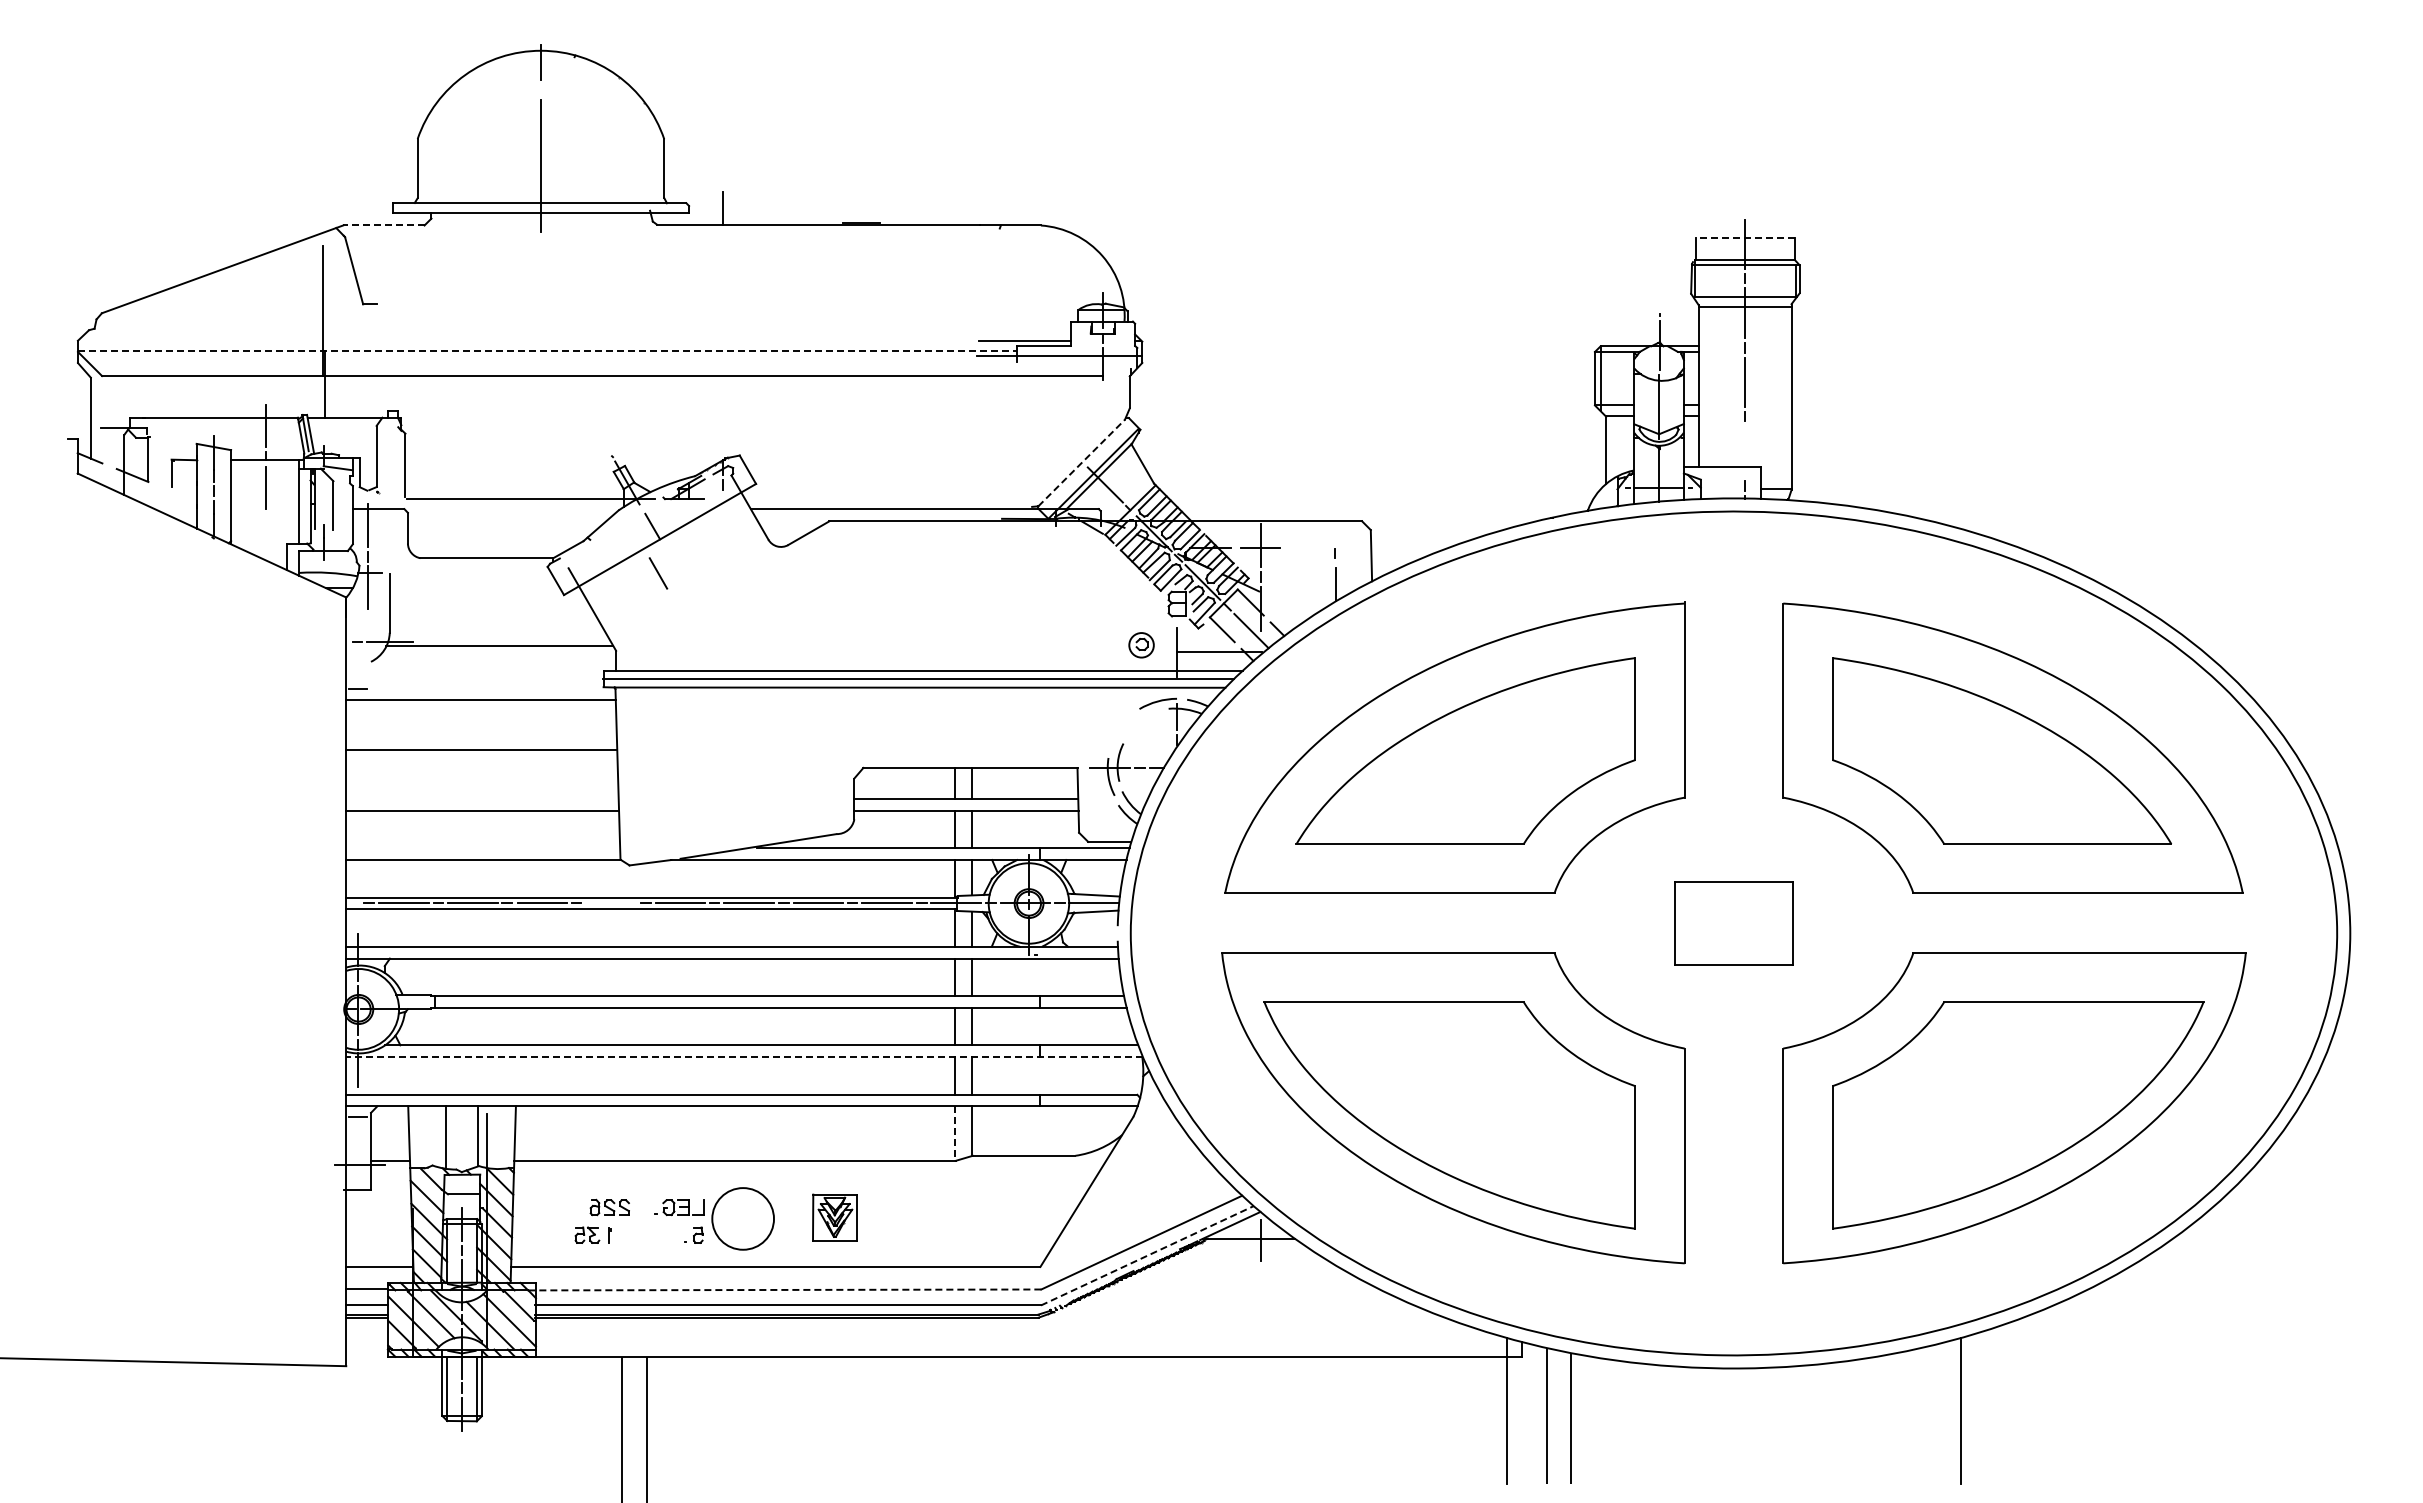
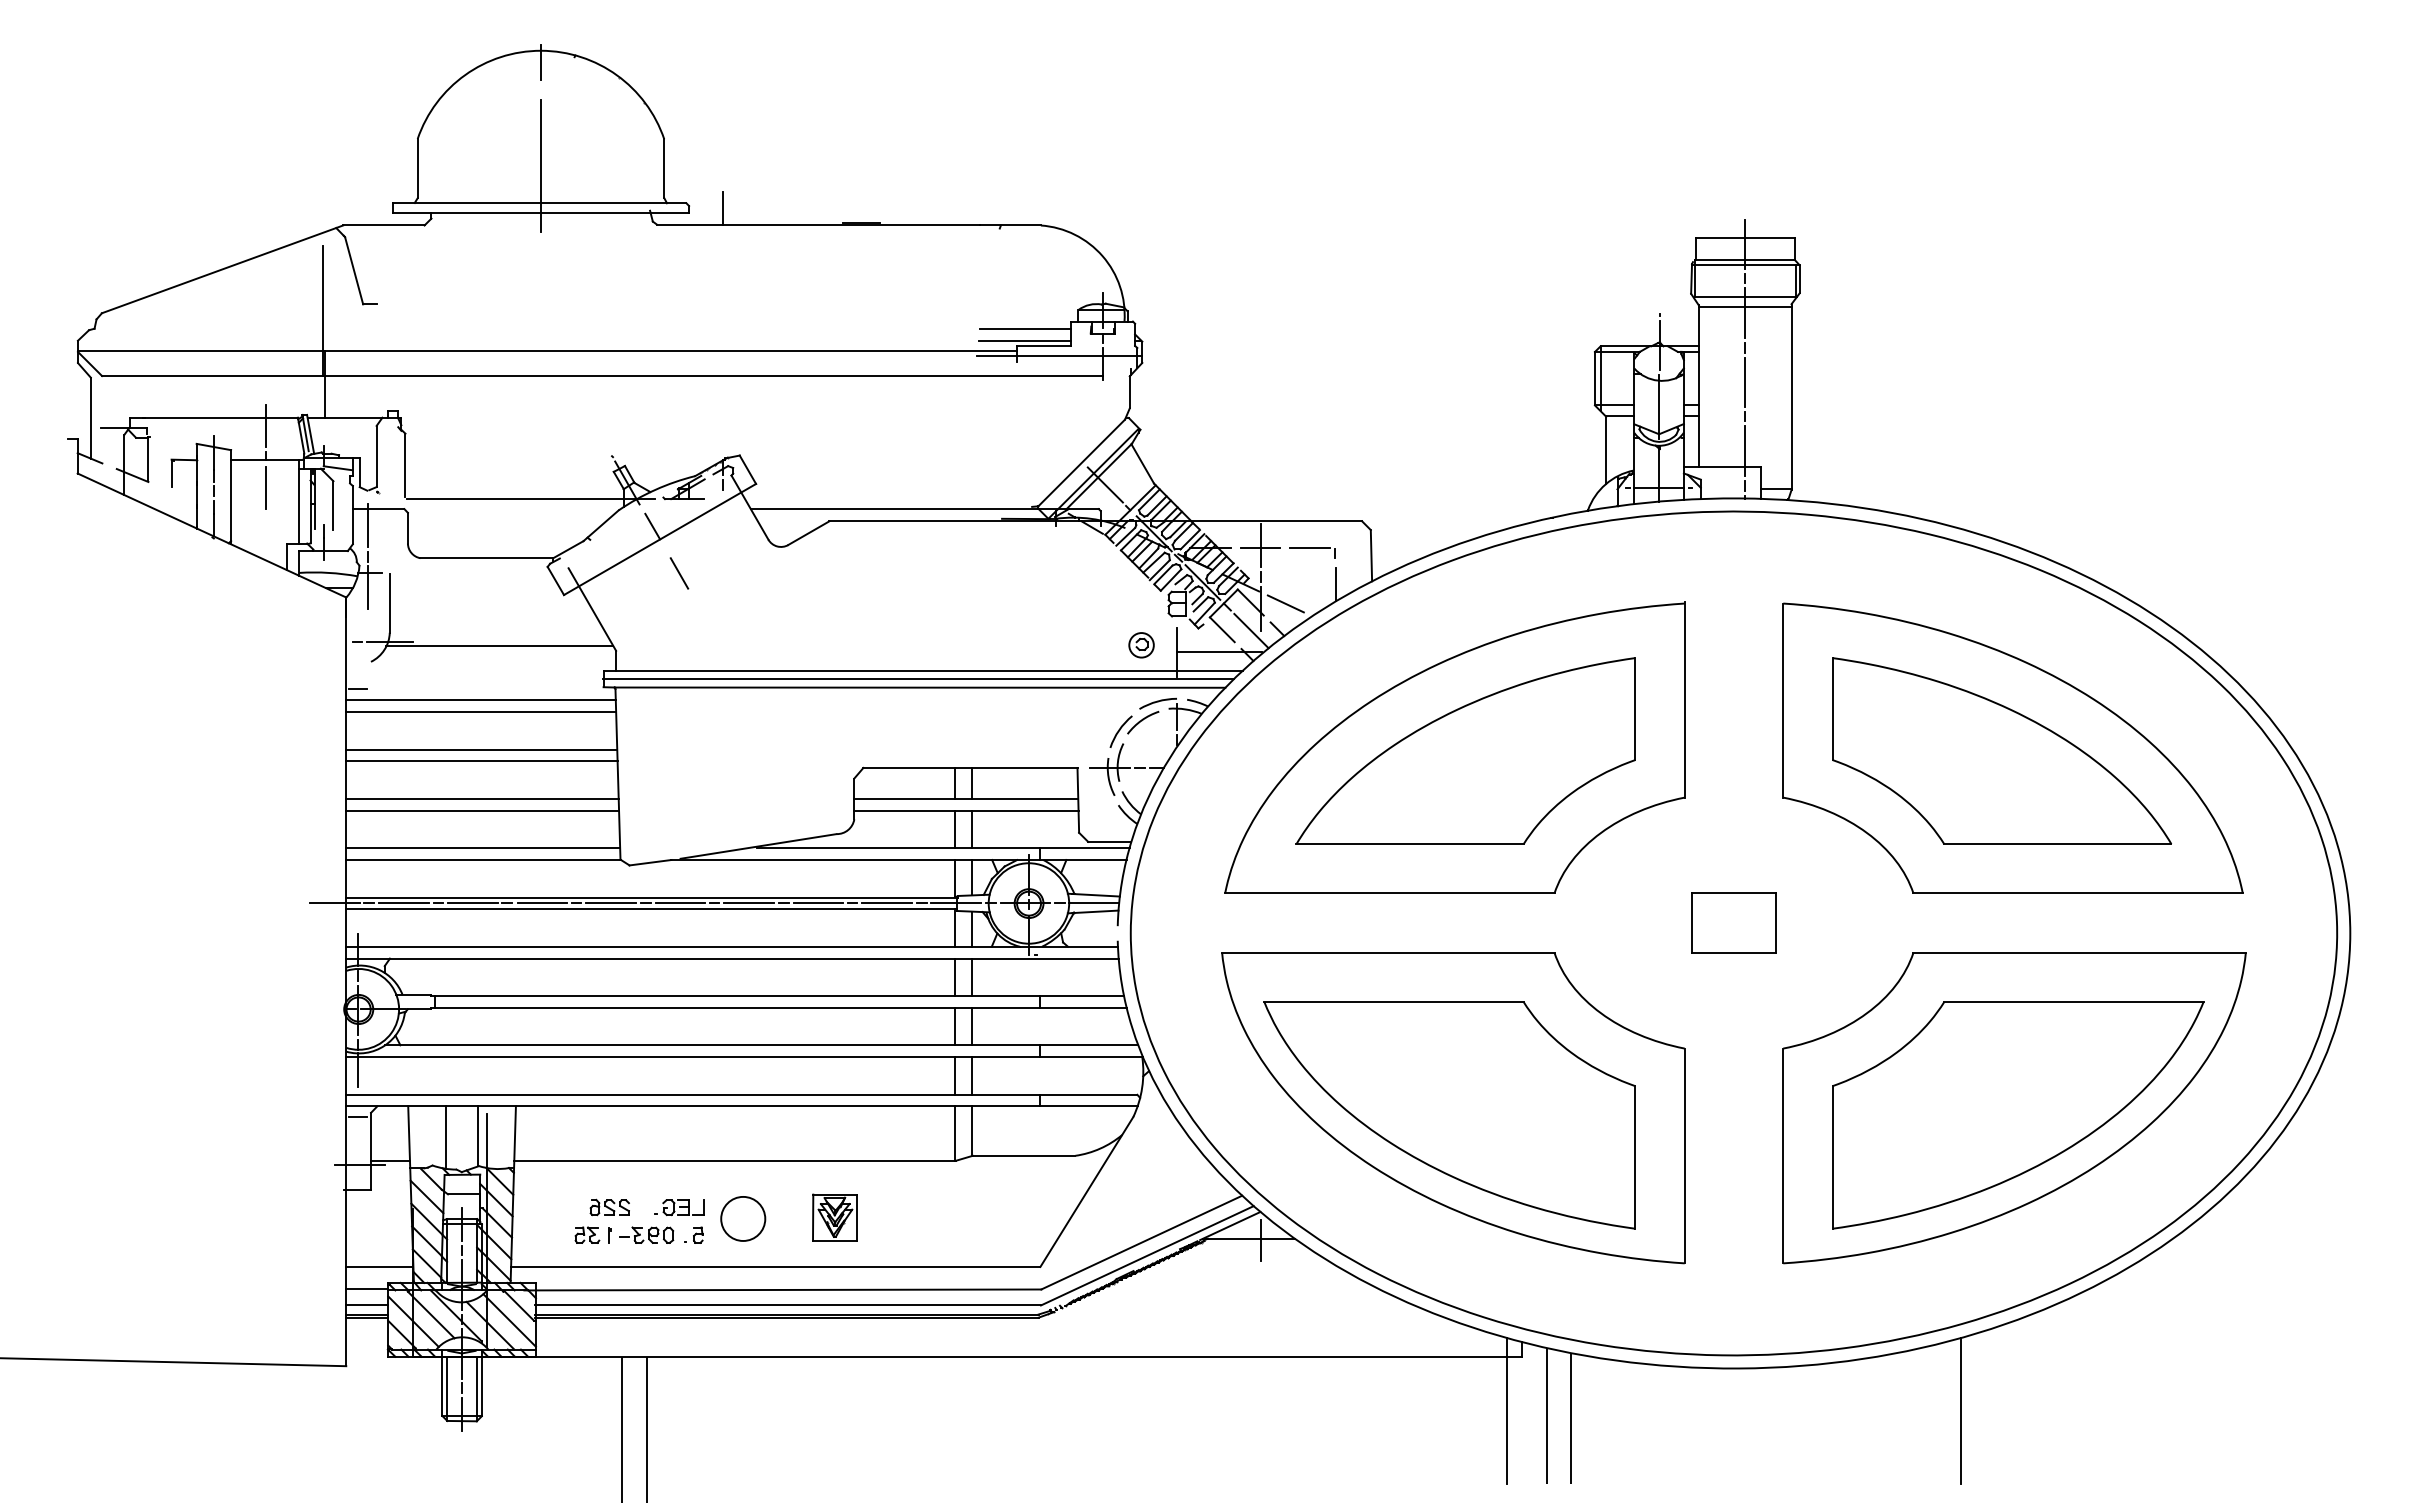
line at (383, 225): dashed -> solid
line at (1744, 238): dashed -> solid
line at (1024, 329): none -> present
line at (547, 351): dashed -> solid
line at (1745, 450): none -> present
line at (1082, 462): dashed -> solid
line at (1309, 548): none -> present
line at (658, 573) position: (658, 573) -> (679, 573)
line at (1285, 603): none -> present
line at (481, 712): none -> present
part at (1134, 729): none -> present
line at (481, 761): none -> present
line at (482, 798): none -> present
line at (483, 848): none -> present
line at (334, 903): none -> present
line at (610, 903): none -> present
part at (1733, 923) size: 120x85 px -> 86x62 px
line at (744, 1057): dashed -> solid
line at (955, 1134): dashed -> solid
circle at (742, 1218) size: 64x64 px -> 47x46 px
part at (646, 1234): none -> present
line at (1147, 1255): dashed -> solid
line at (782, 1289): dashed -> solid
